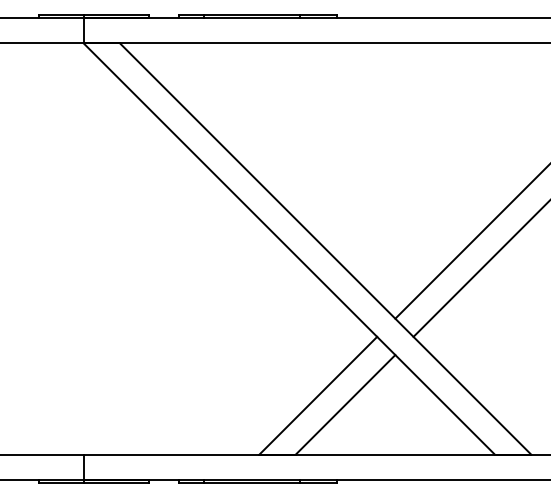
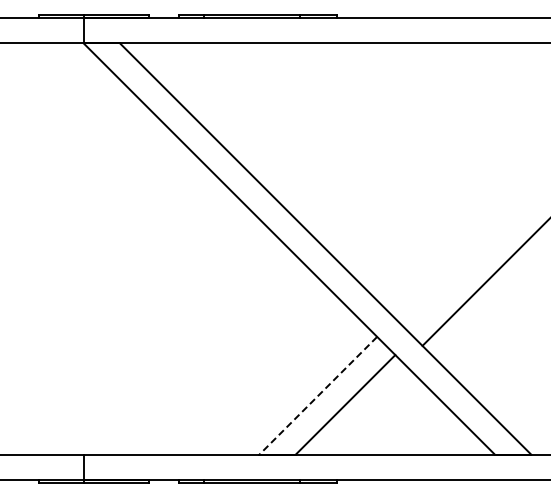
line at (471, 242): present -> none
line at (480, 269) position: (480, 269) -> (484, 282)
line at (317, 396): solid -> dashed
